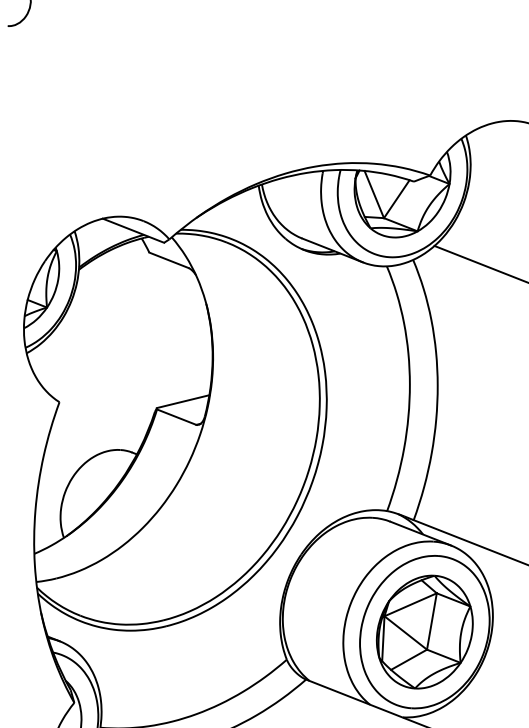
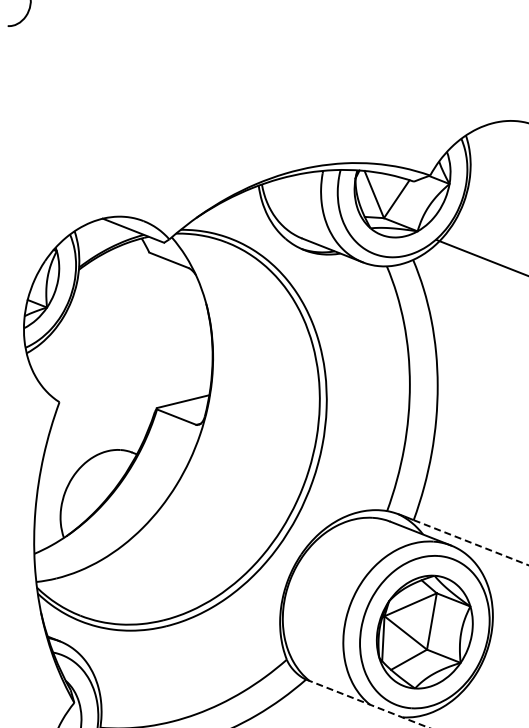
line at (479, 263) position: (479, 263) -> (480, 256)
line at (471, 542): solid -> dashed
line at (368, 703): solid -> dashed
